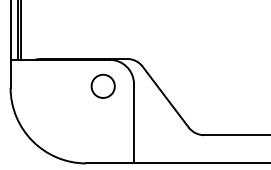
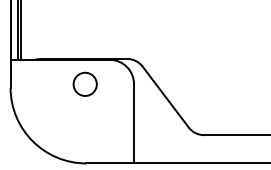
circle at (102, 85) position: (102, 85) -> (84, 83)
